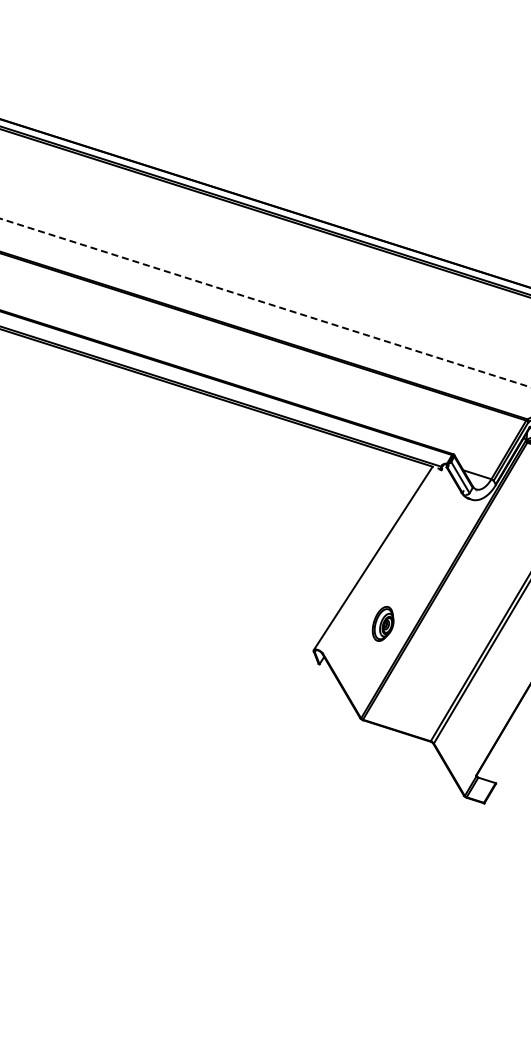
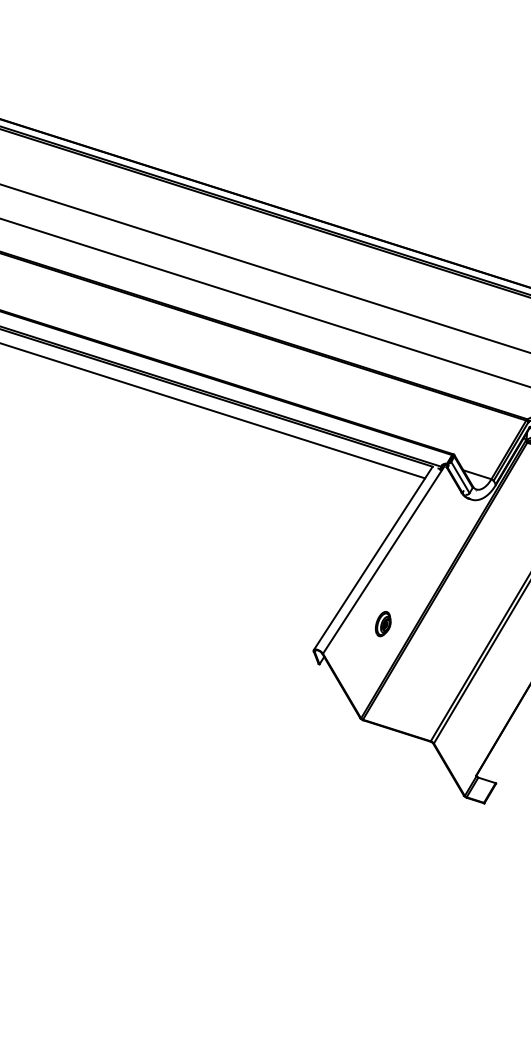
line at (264, 267): none -> present
line at (265, 302): dashed -> solid
line at (213, 411): none -> present
line at (384, 558): none -> present
part at (382, 623) size: 24x36 px -> 17x27 px
